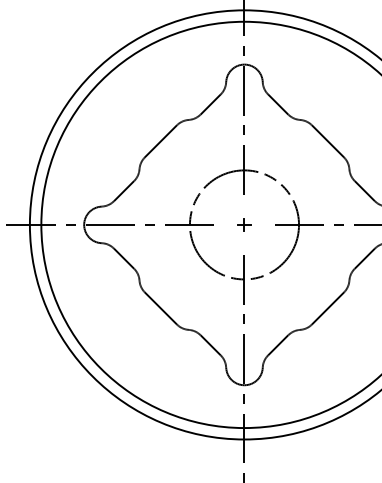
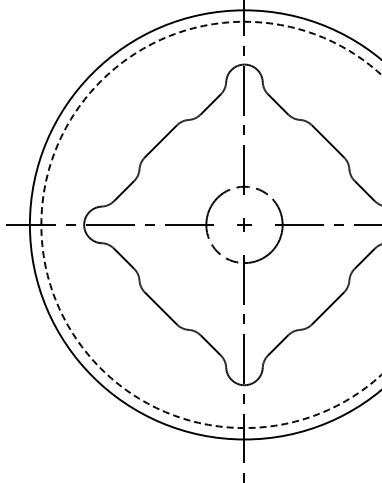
circle at (211, 224): solid -> dashed
circle at (244, 224) diameter: 109 px -> 76 px
